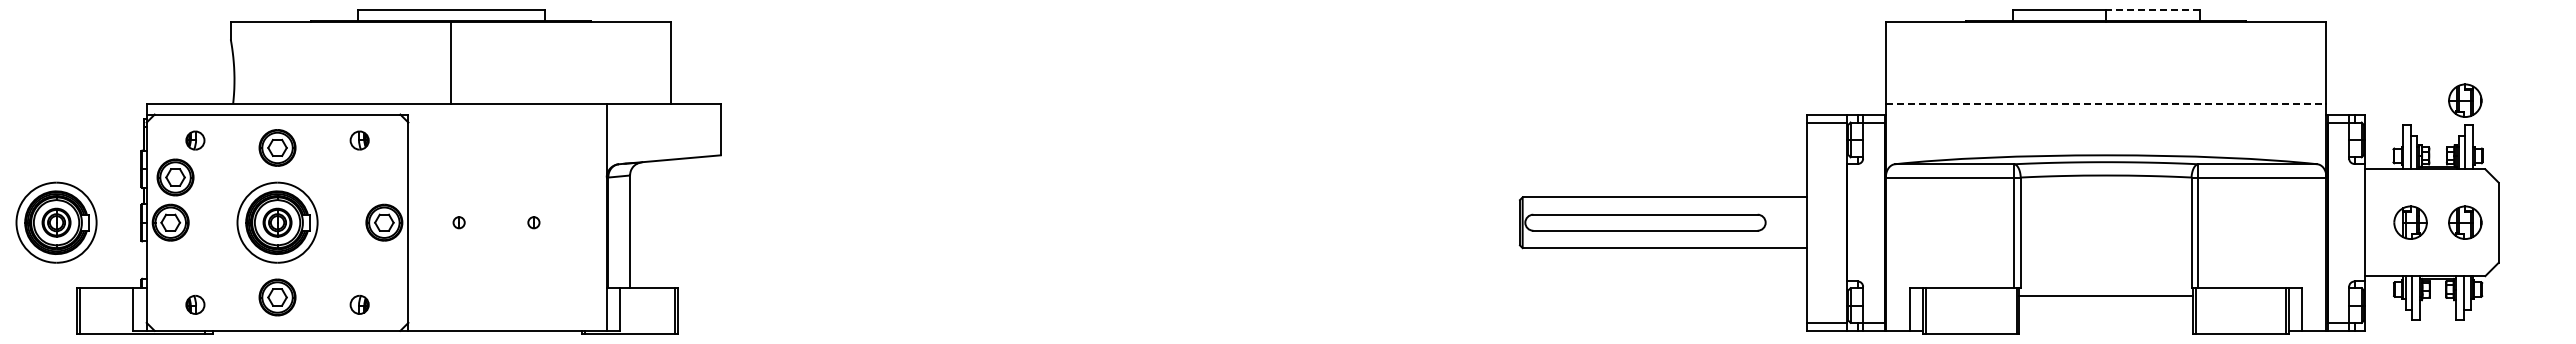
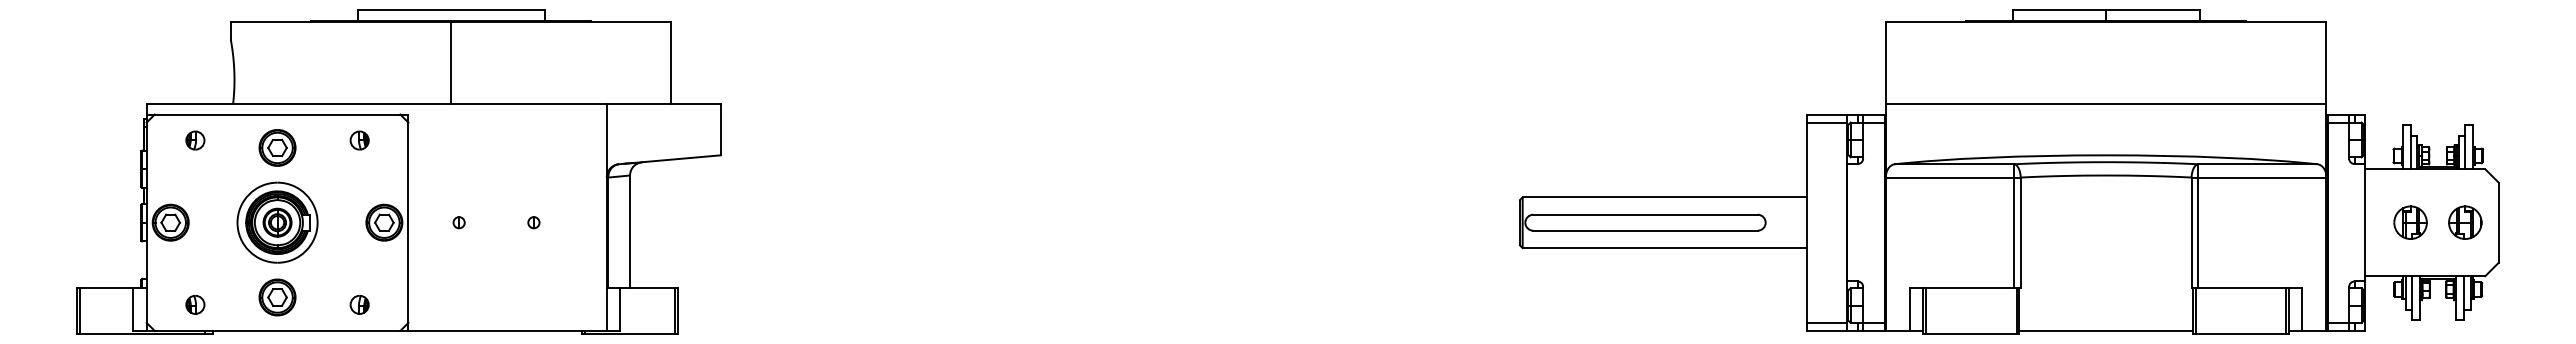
line at (2152, 10): dashed -> solid
part at (2465, 100): present -> none
line at (2106, 103): dashed -> solid
part at (175, 177): present -> none
part at (56, 222): present -> none
line at (2105, 295) position: (2105, 295) -> (2105, 330)
